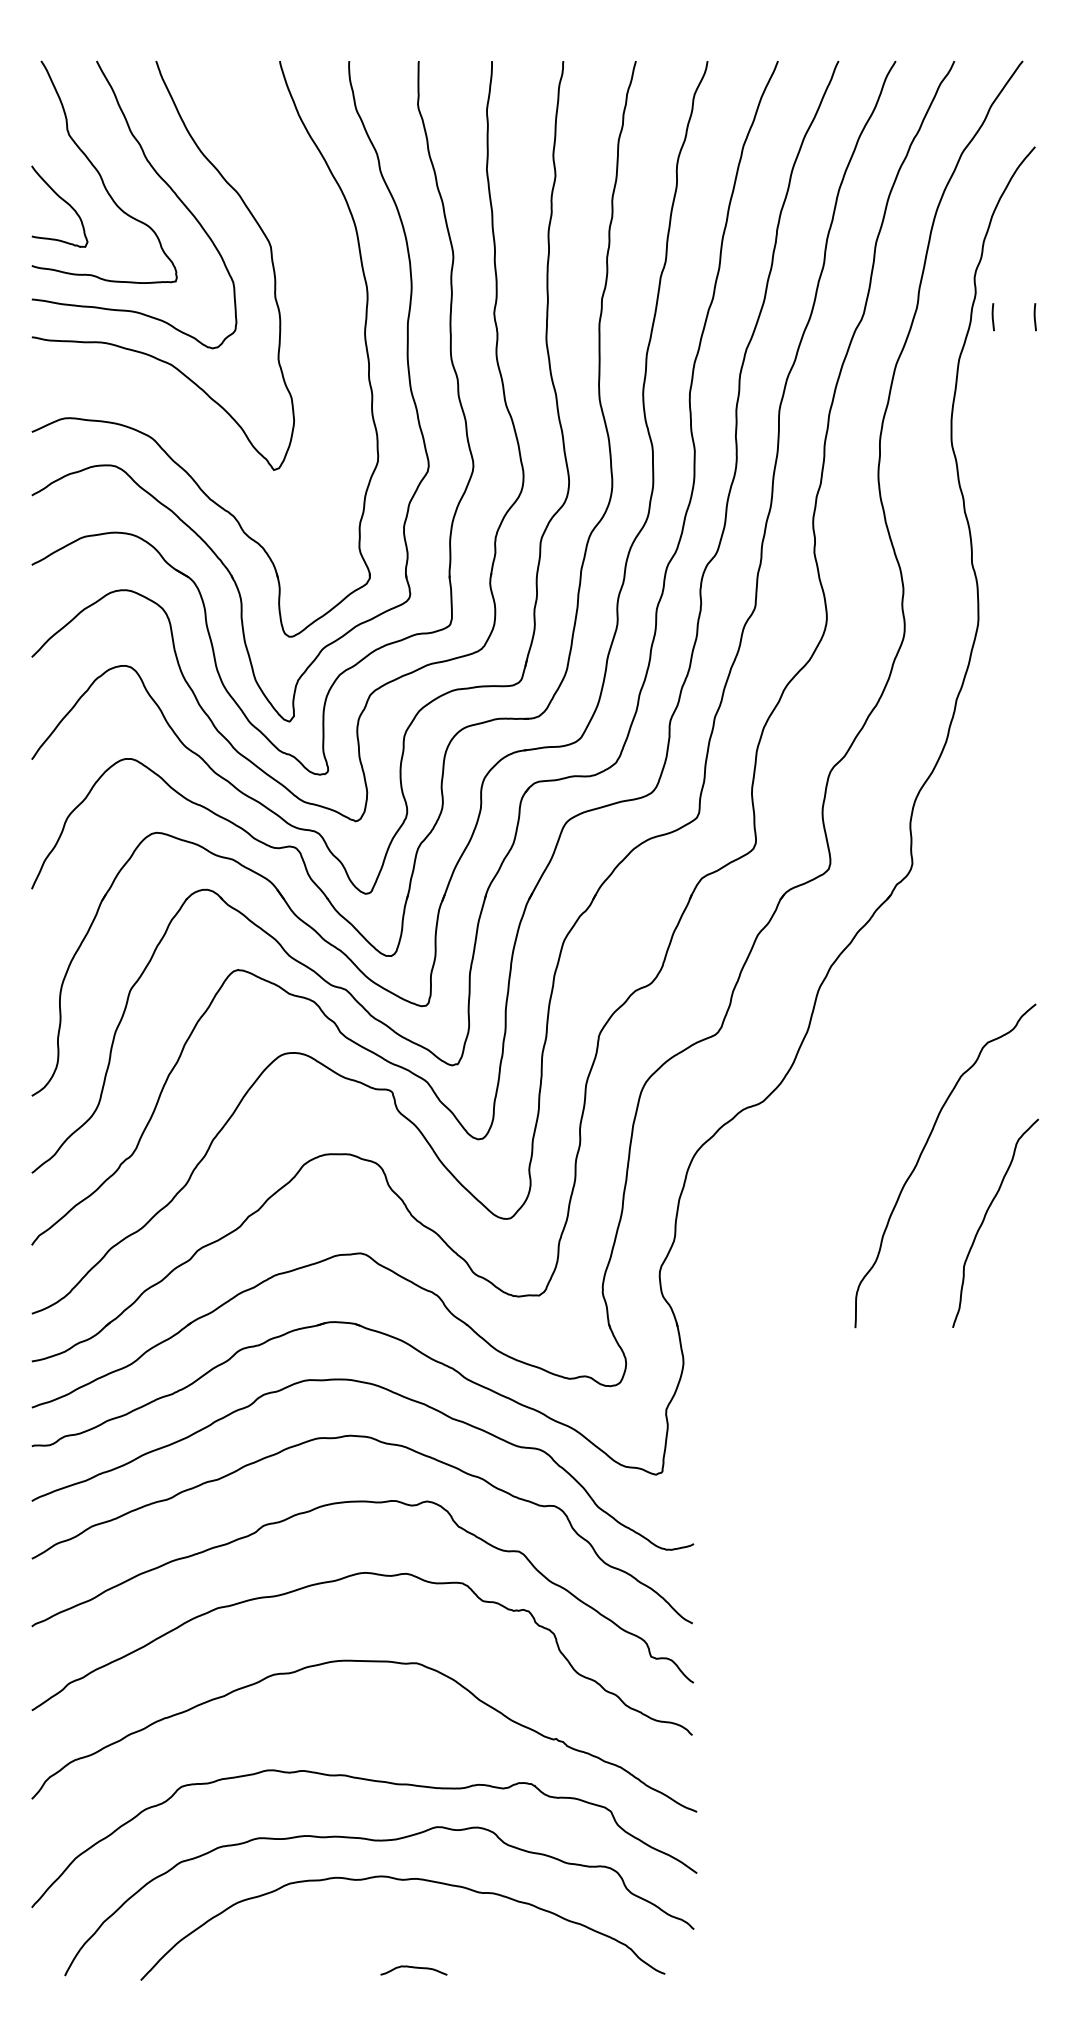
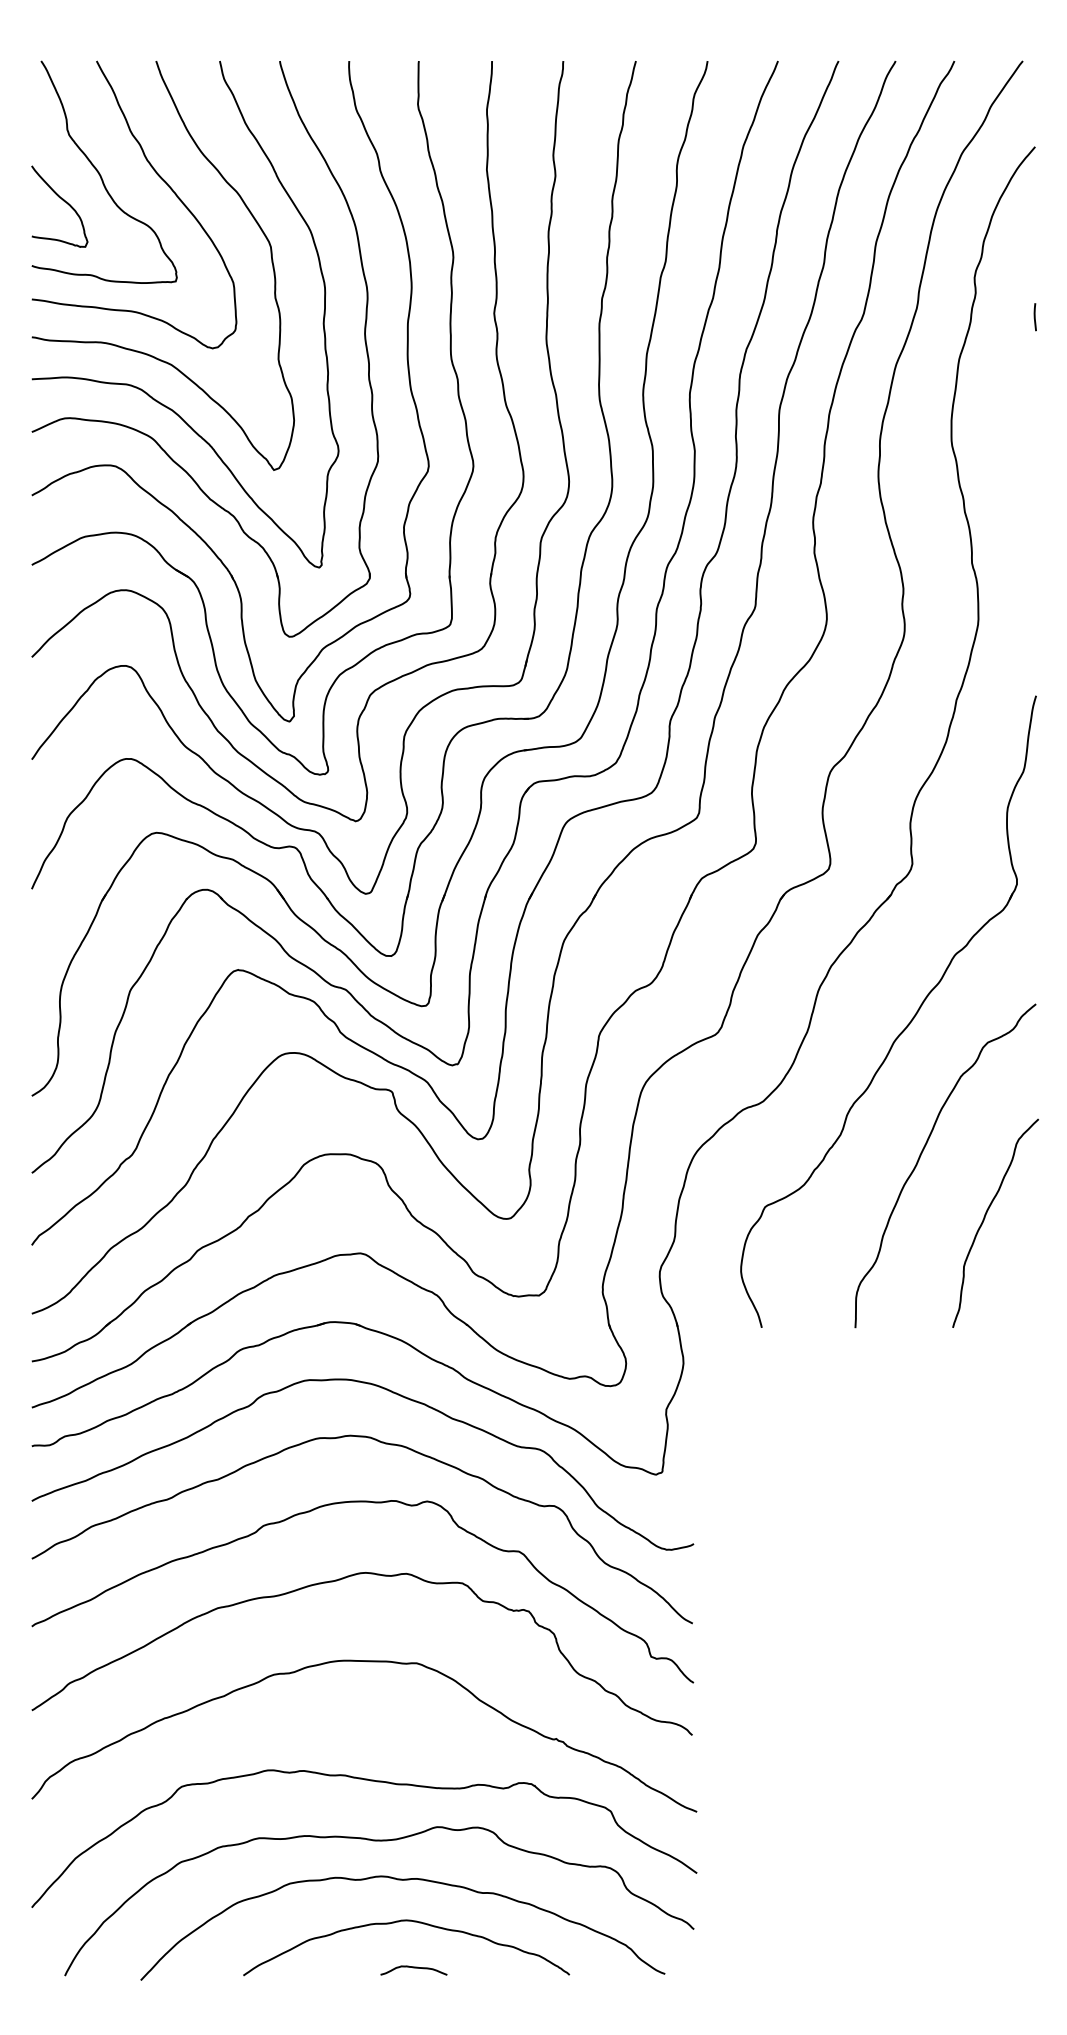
line at (992, 317): present -> none
curve at (141, 388): none -> present
part at (906, 1025): none -> present
curve at (406, 1921): none -> present
